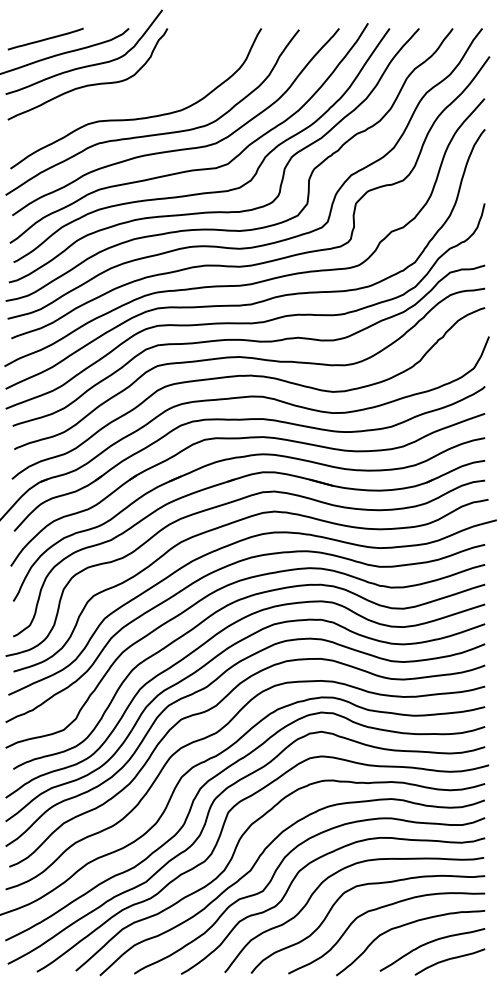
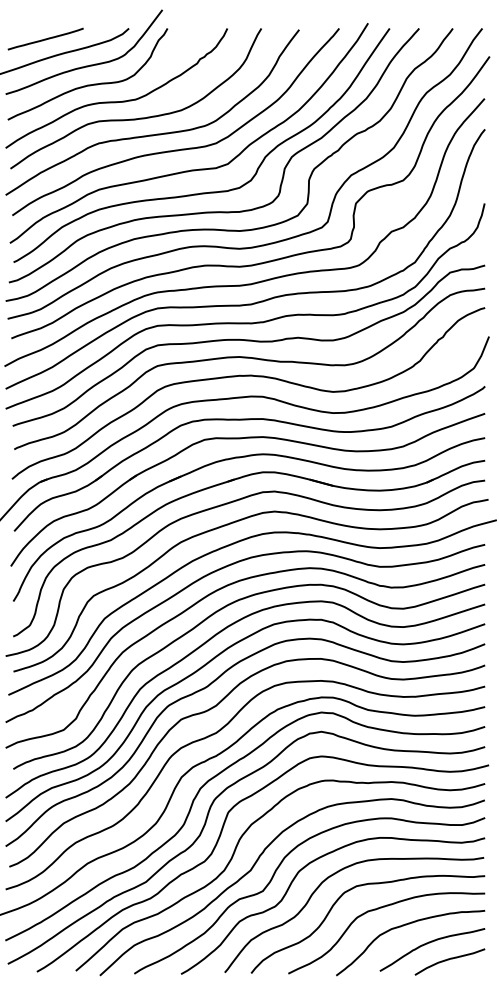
curve at (116, 101): none -> present
